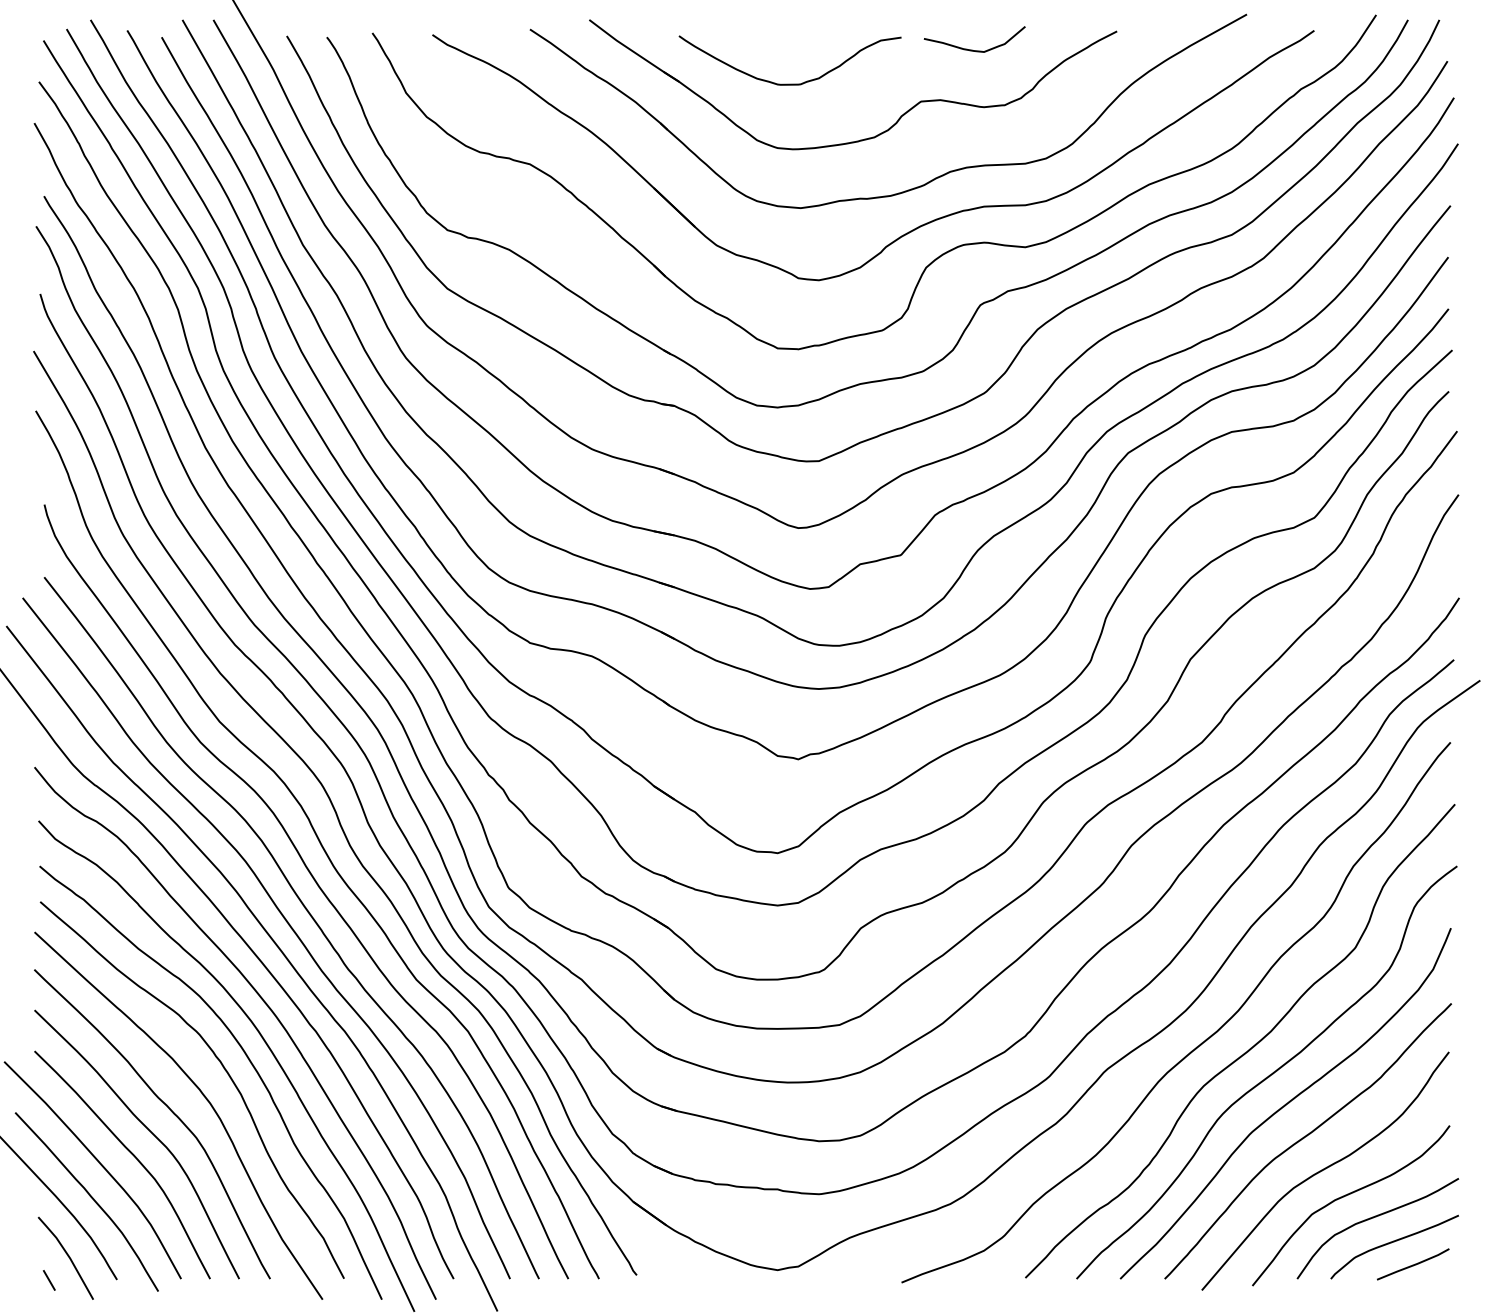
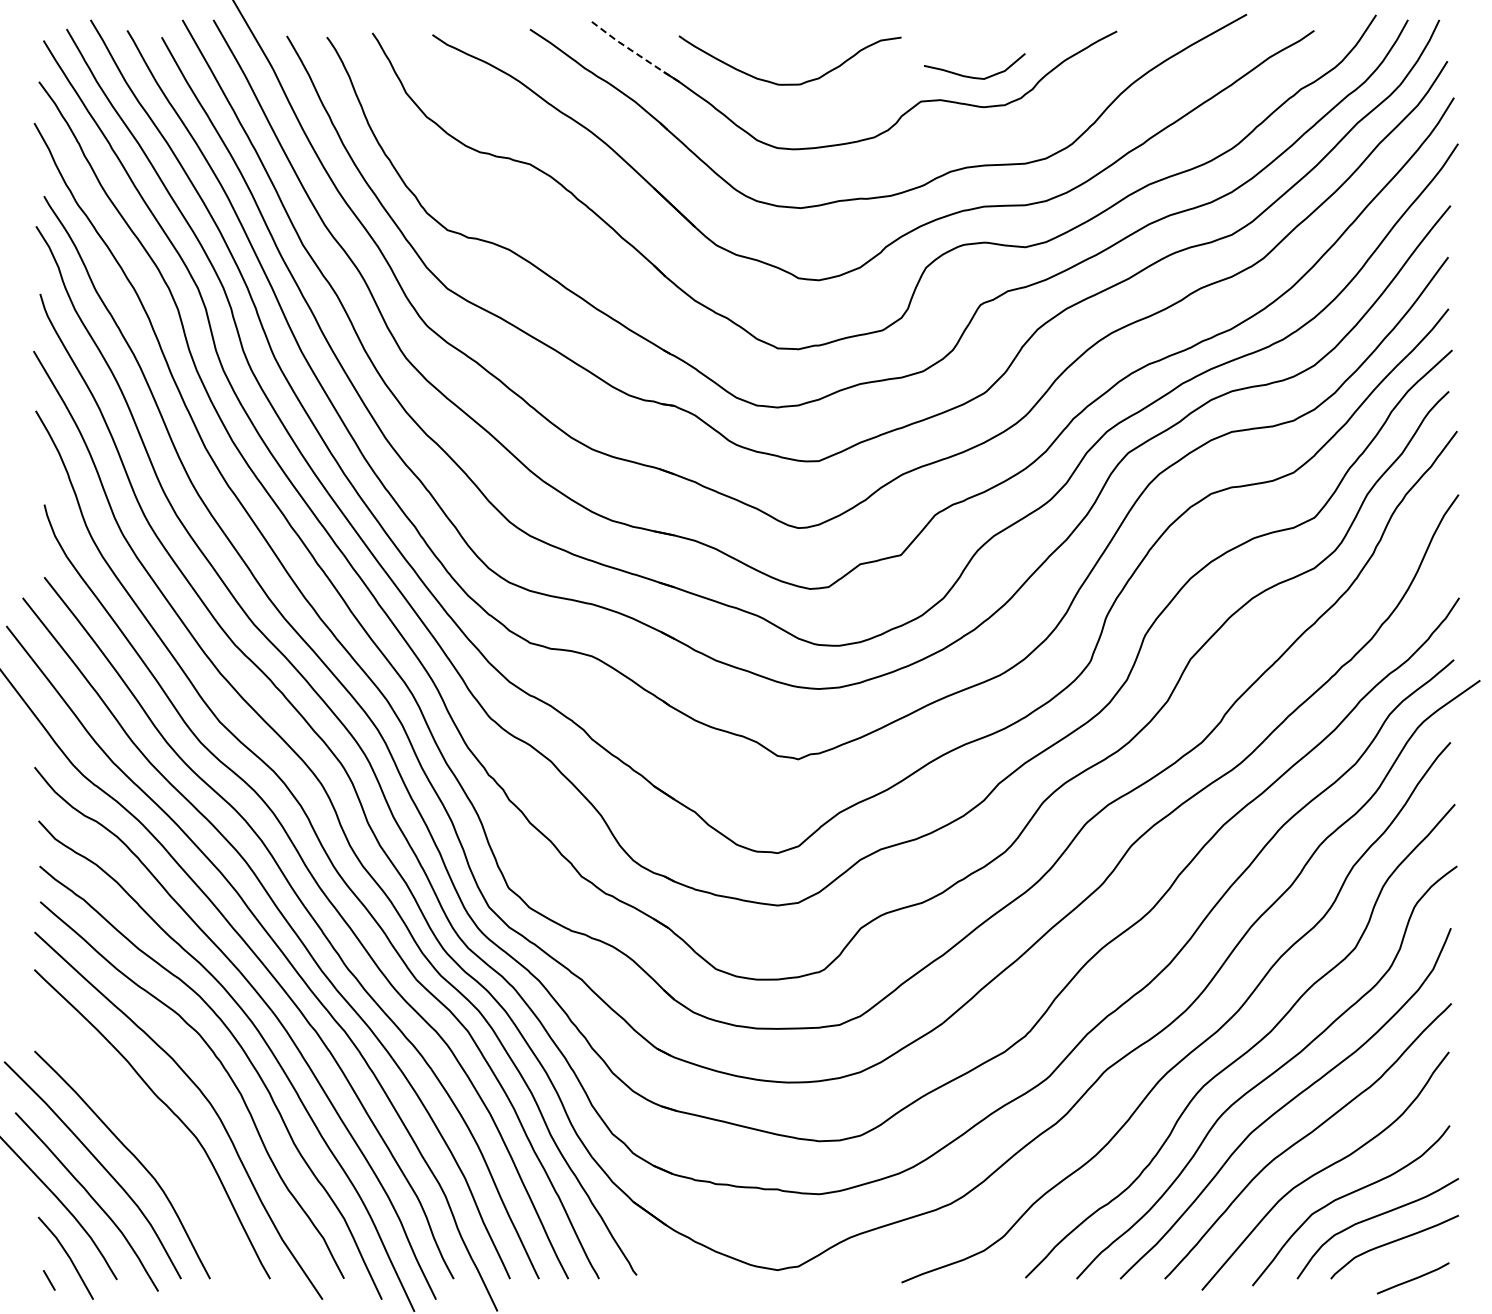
curve at (972, 49) position: (972, 49) -> (972, 76)
line at (633, 51): solid -> dashed
curve at (149, 1131): present -> none
line at (1413, 1264) position: (1413, 1264) -> (1413, 1278)
